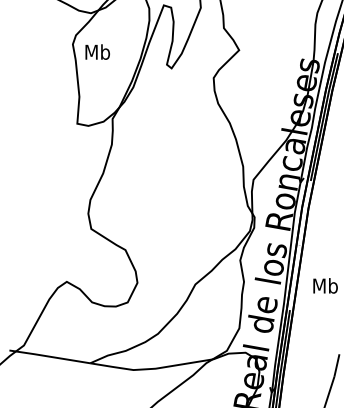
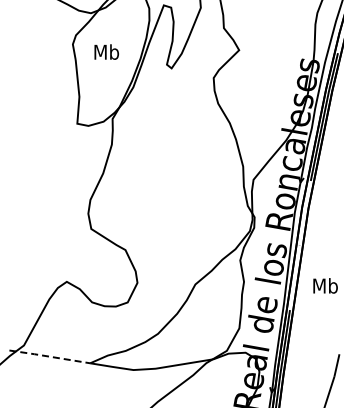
text at (97, 51) position: (97, 51) -> (106, 51)
line at (49, 356): solid -> dashed
